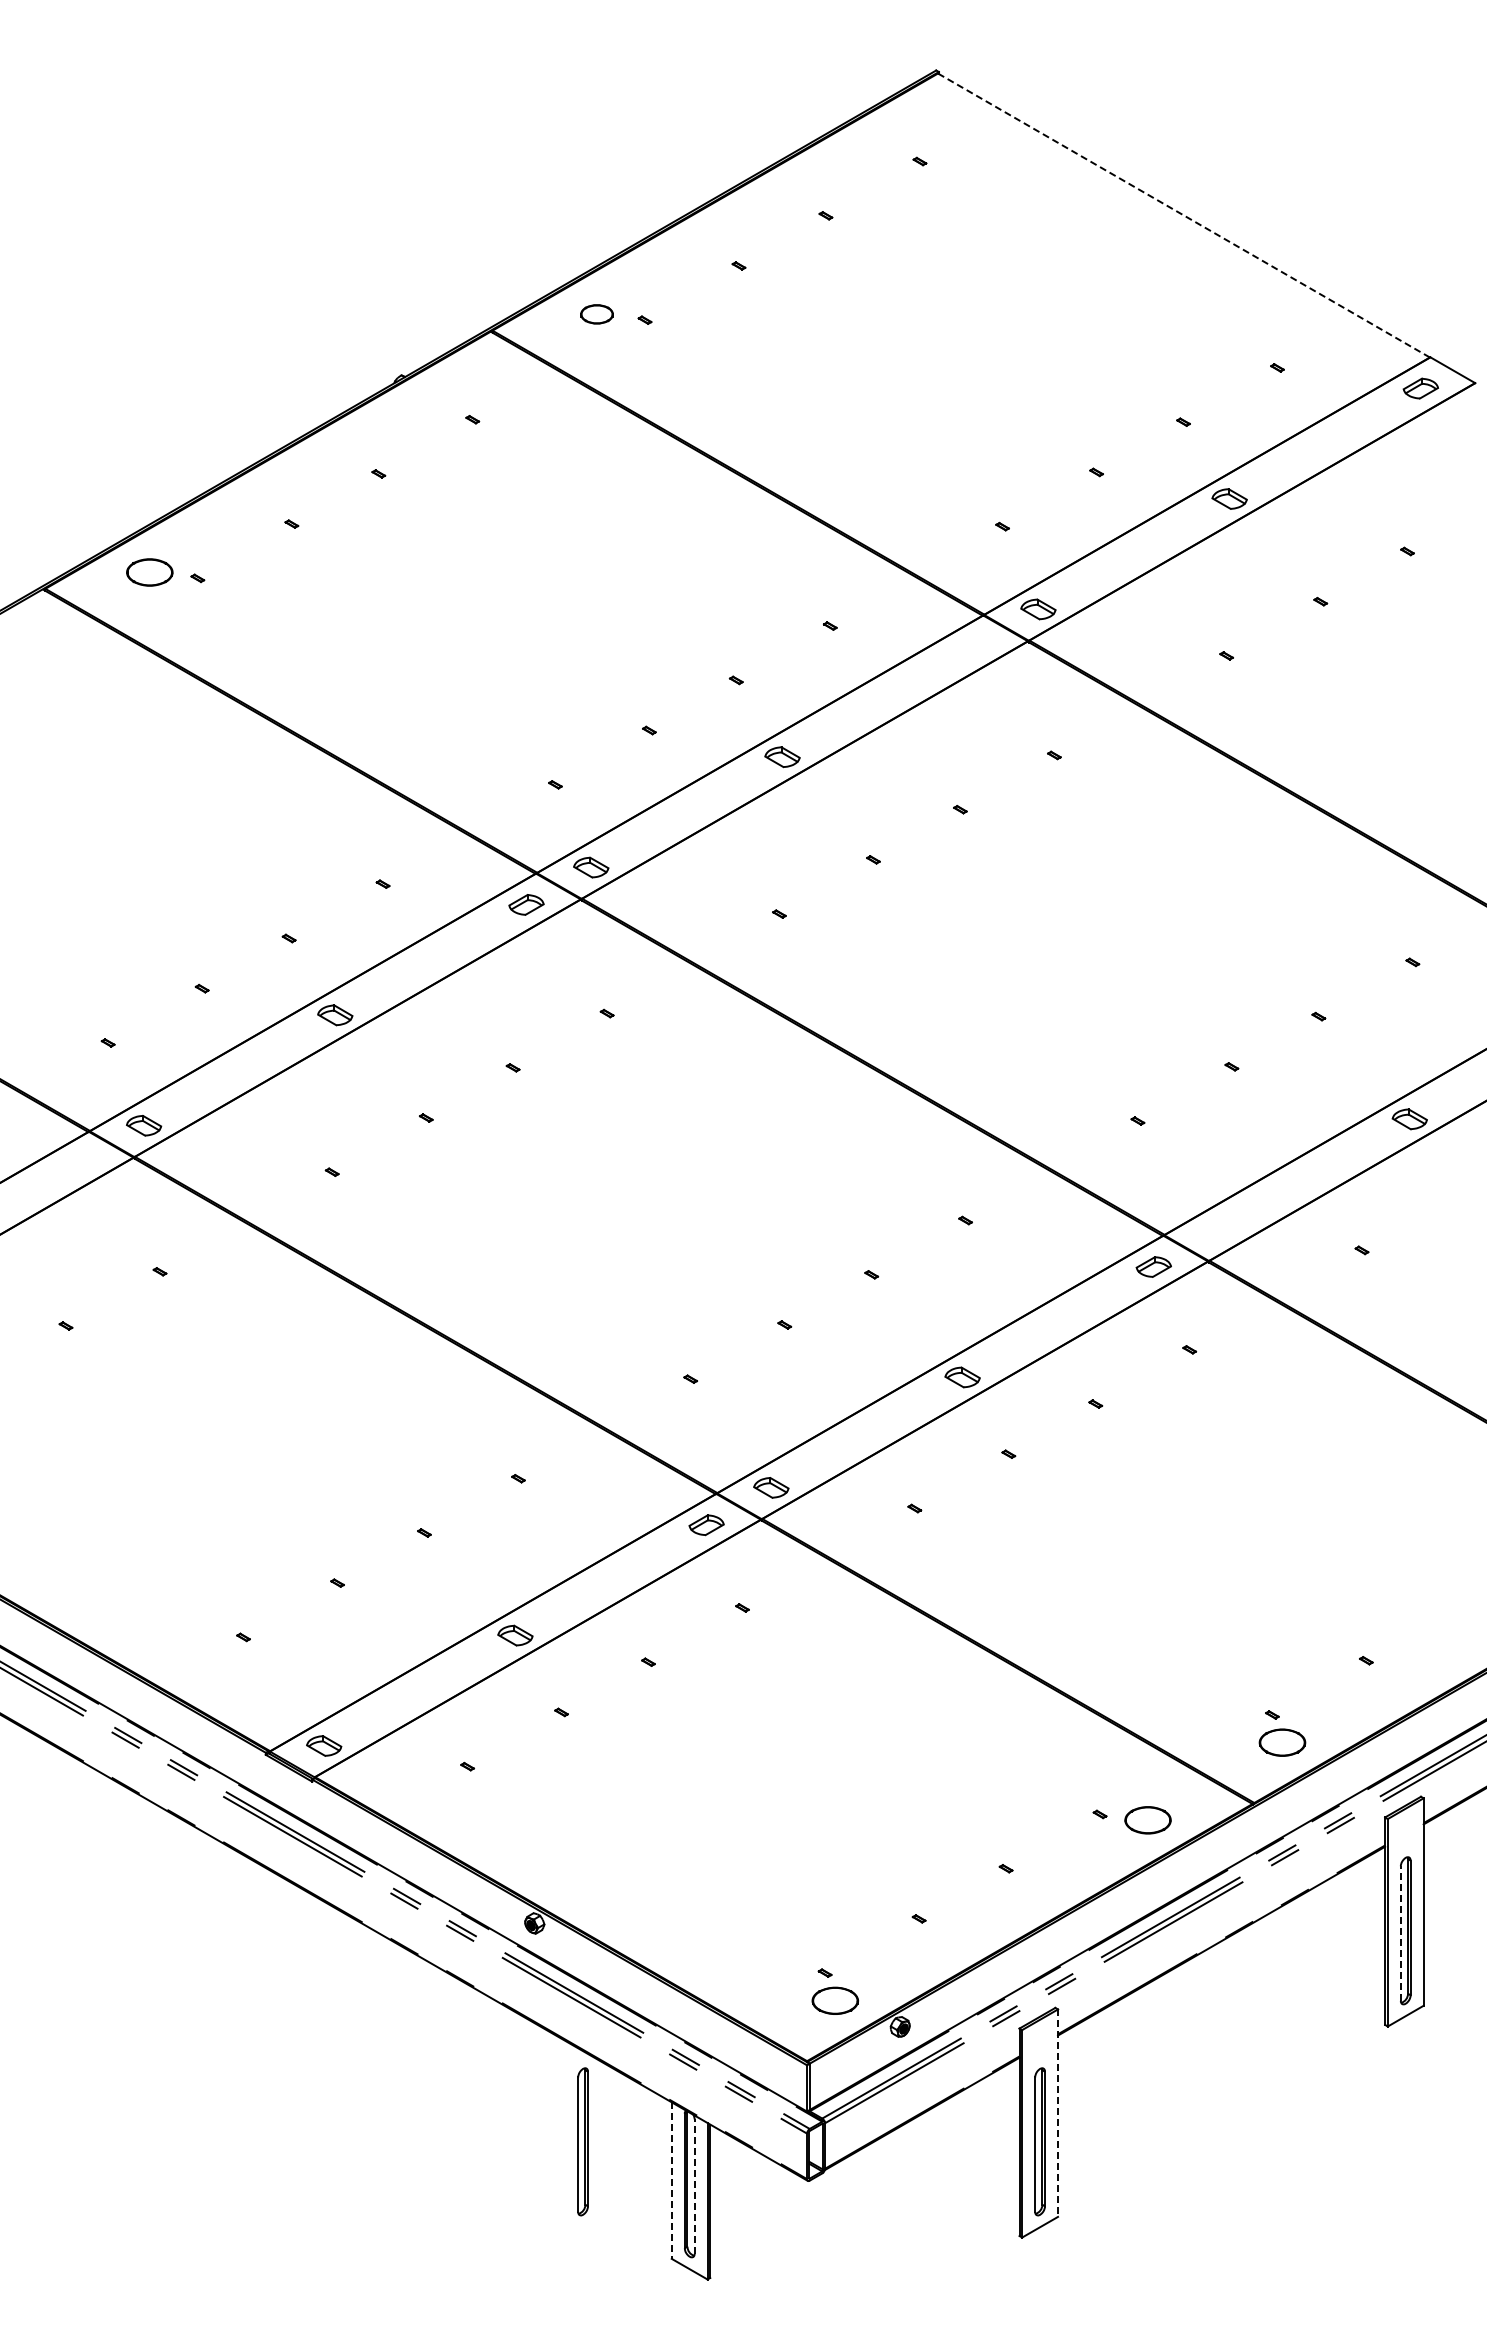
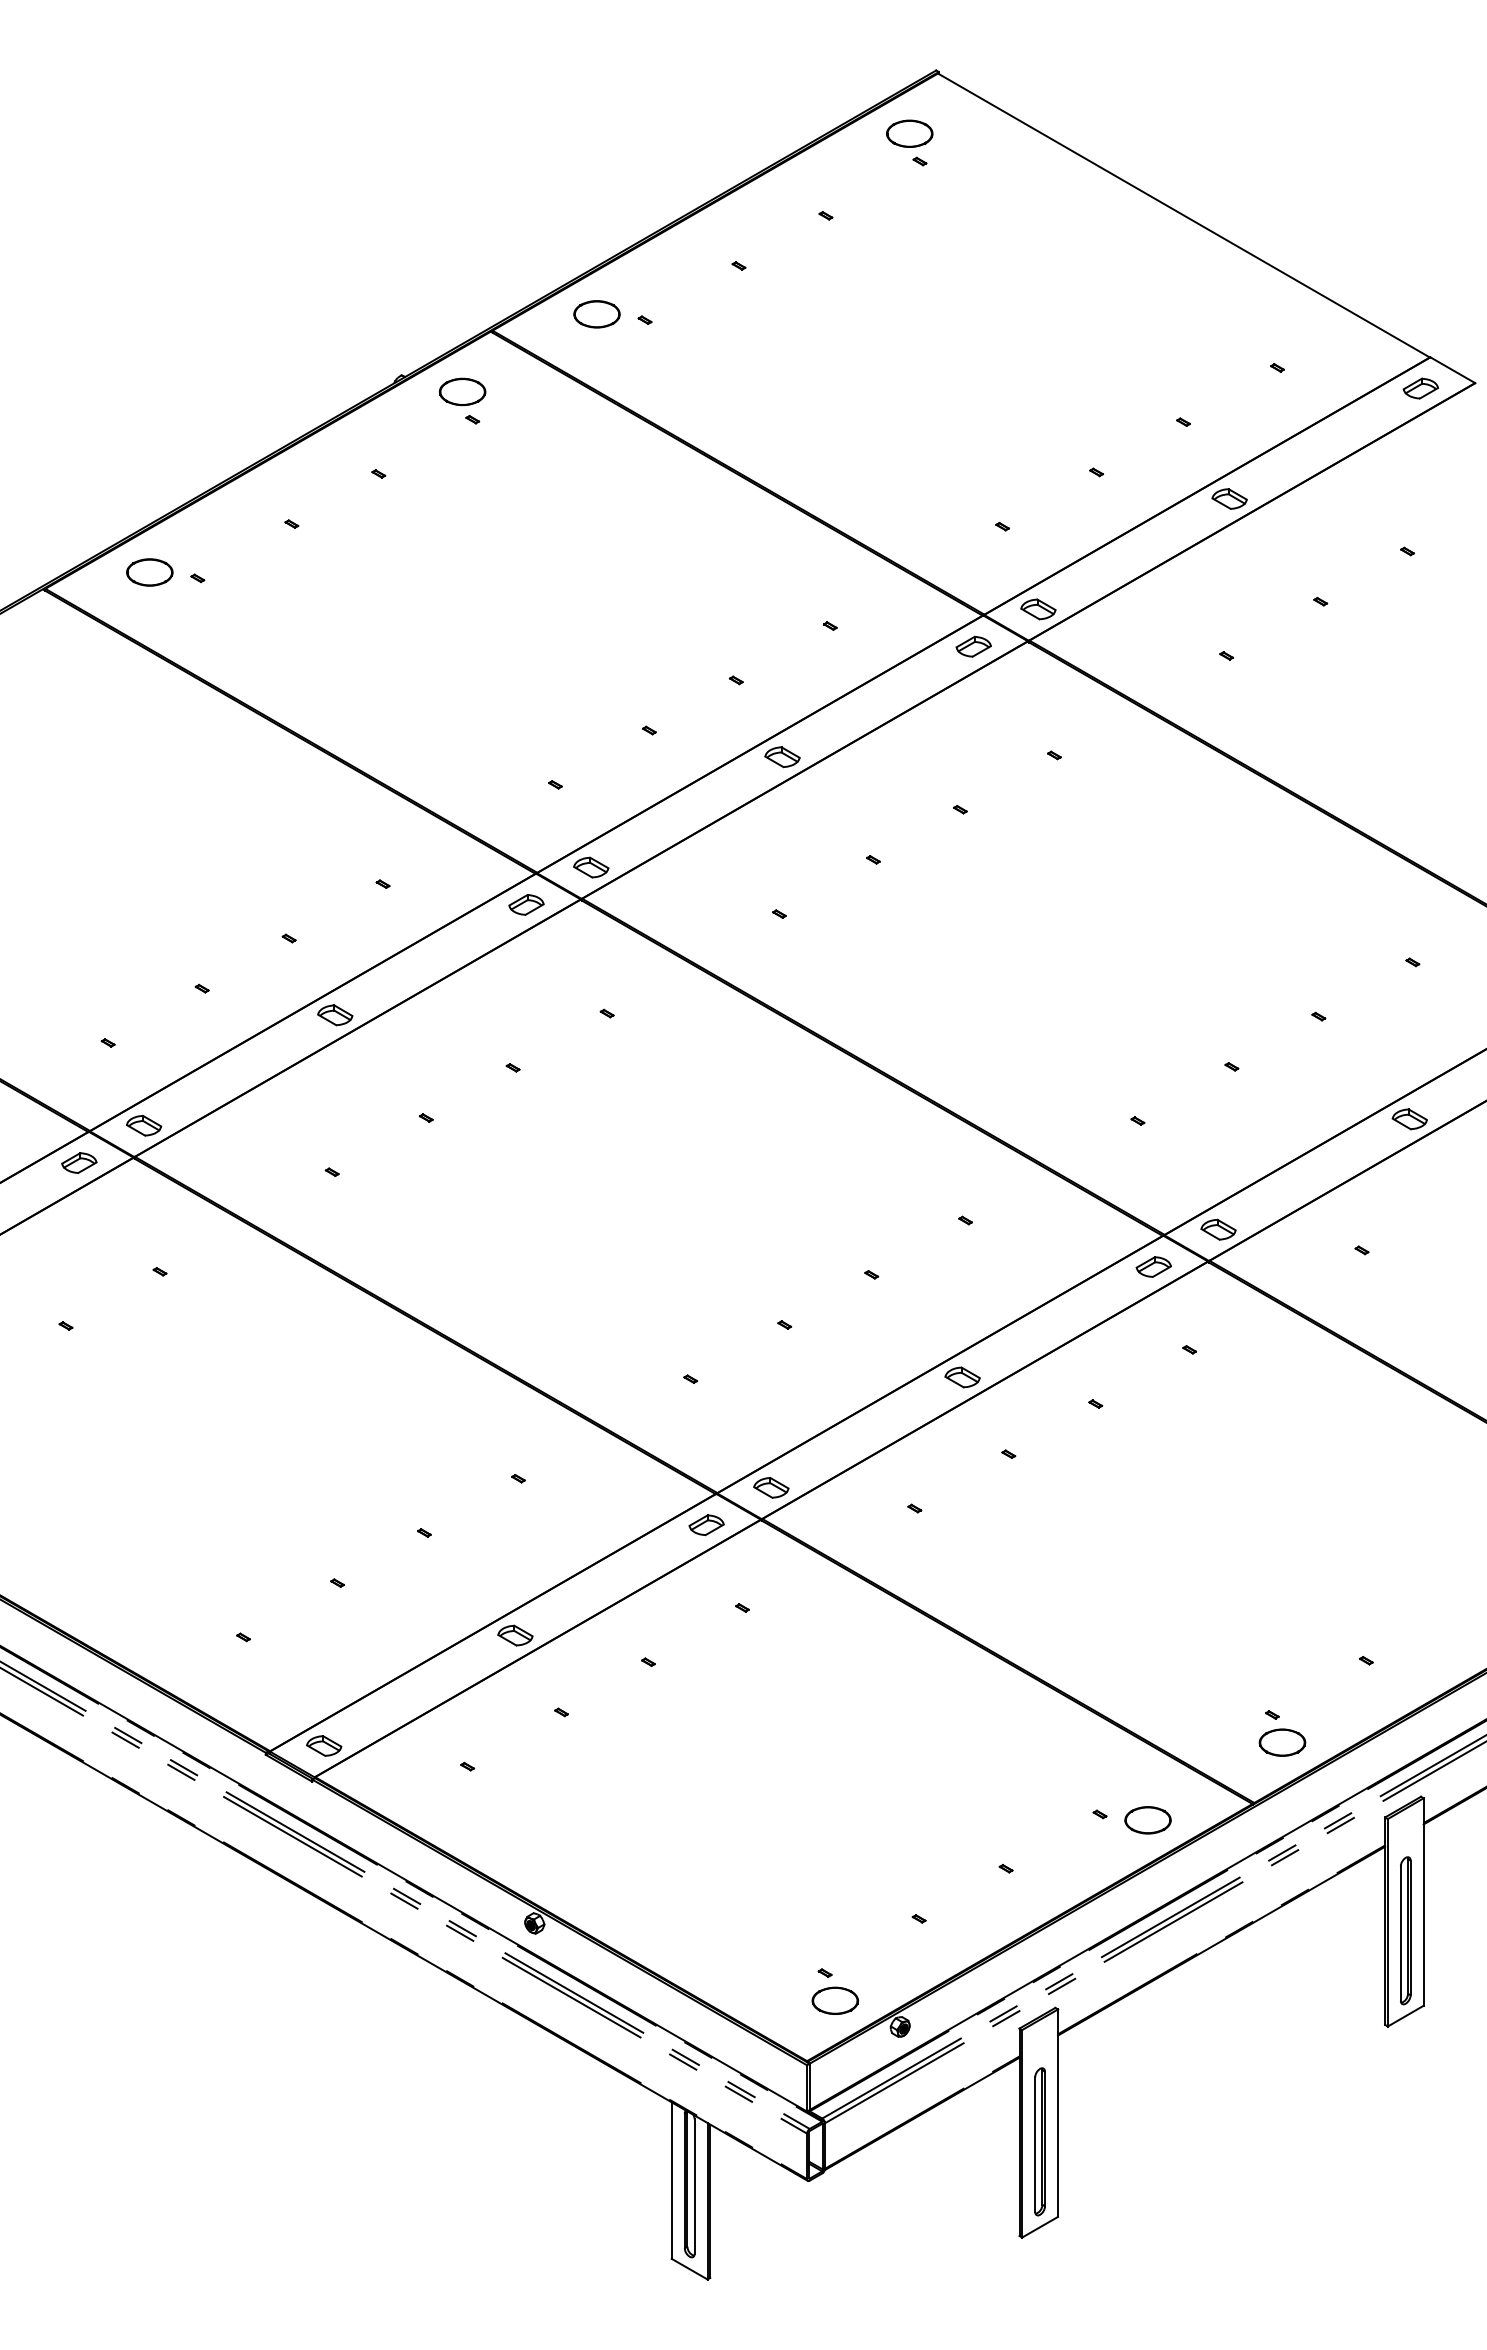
part at (909, 133): none -> present
line at (1183, 215): dashed -> solid
part at (596, 314) size: 34x21 px -> 48x29 px
part at (462, 391): none -> present
part at (973, 646): none -> present
part at (79, 1162): none -> present
part at (1218, 1229): none -> present
line at (1400, 1933): dashed -> solid
line at (1058, 2113): dashed -> solid
part at (582, 2141): present -> none
line at (671, 2181): dashed -> solid
line at (694, 2186): dashed -> solid
